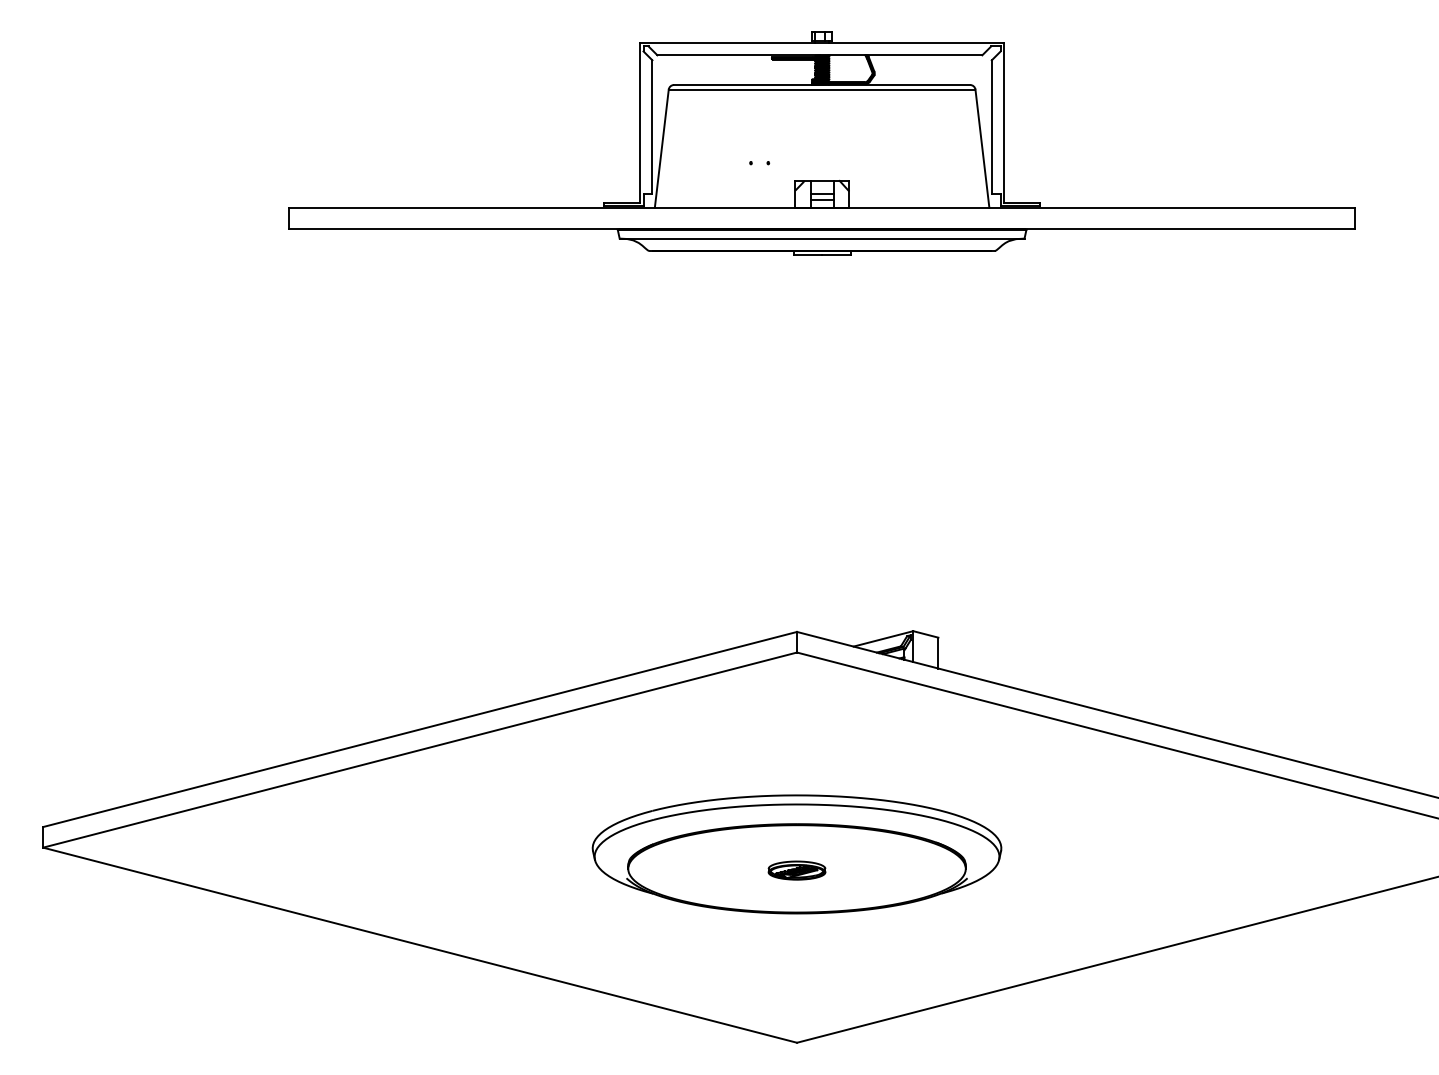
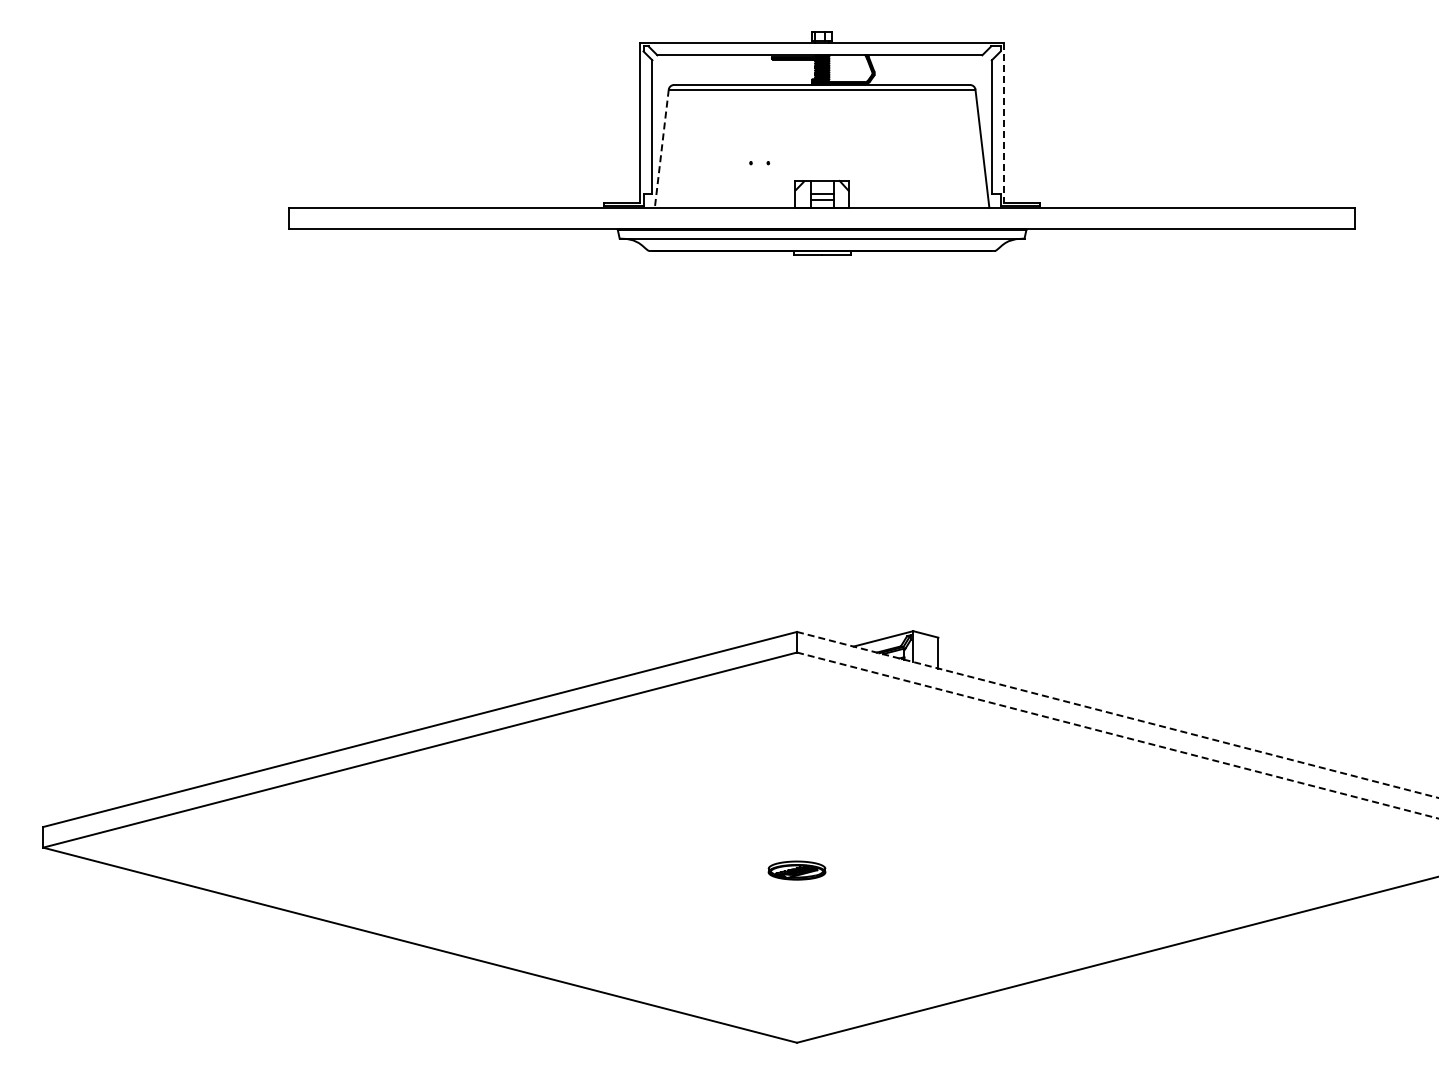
line at (1004, 122): solid -> dashed
line at (661, 149): solid -> dashed
line at (1118, 715): solid -> dashed
line at (1118, 735): solid -> dashed
part at (796, 854): present -> none
